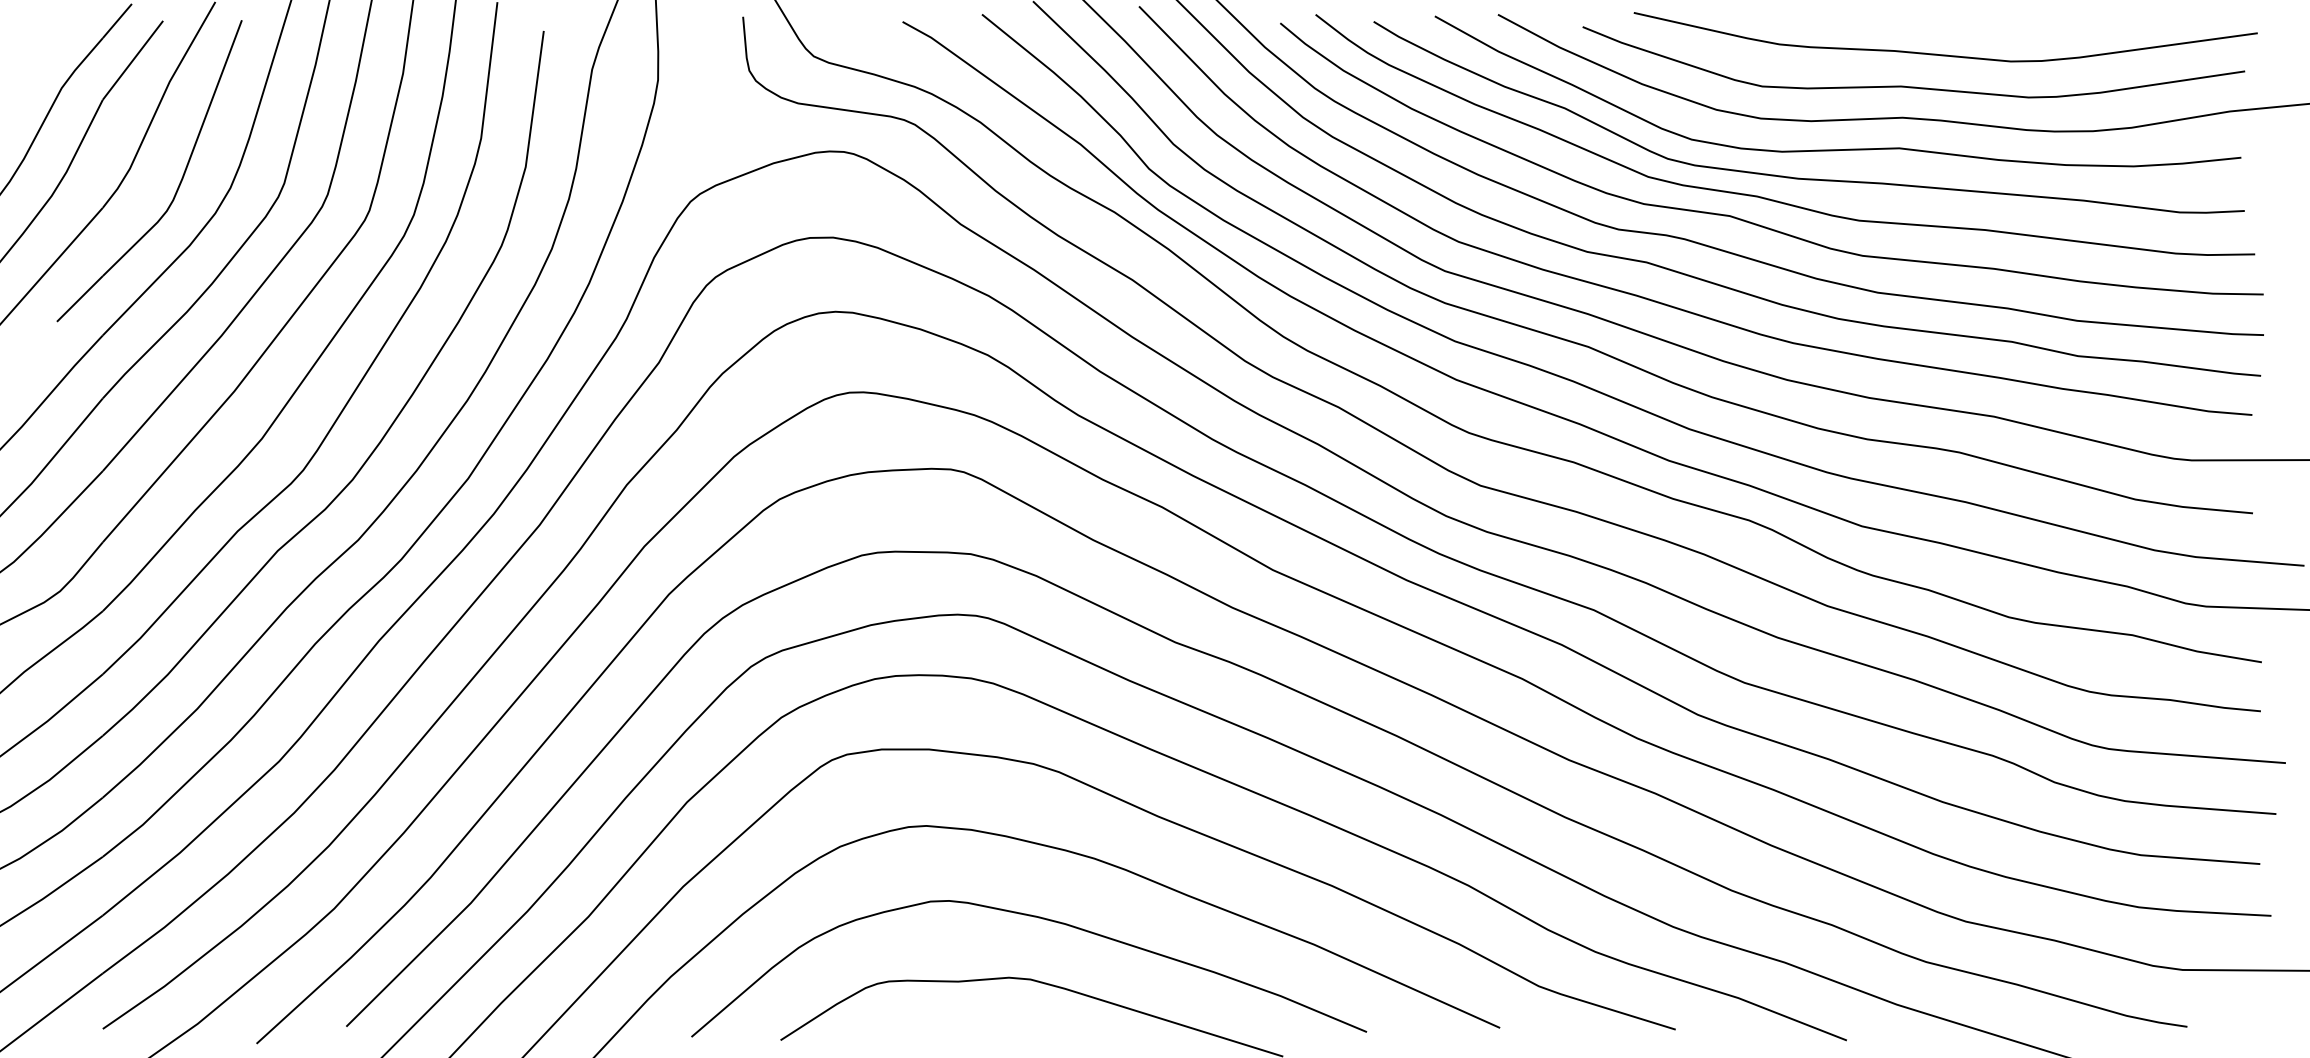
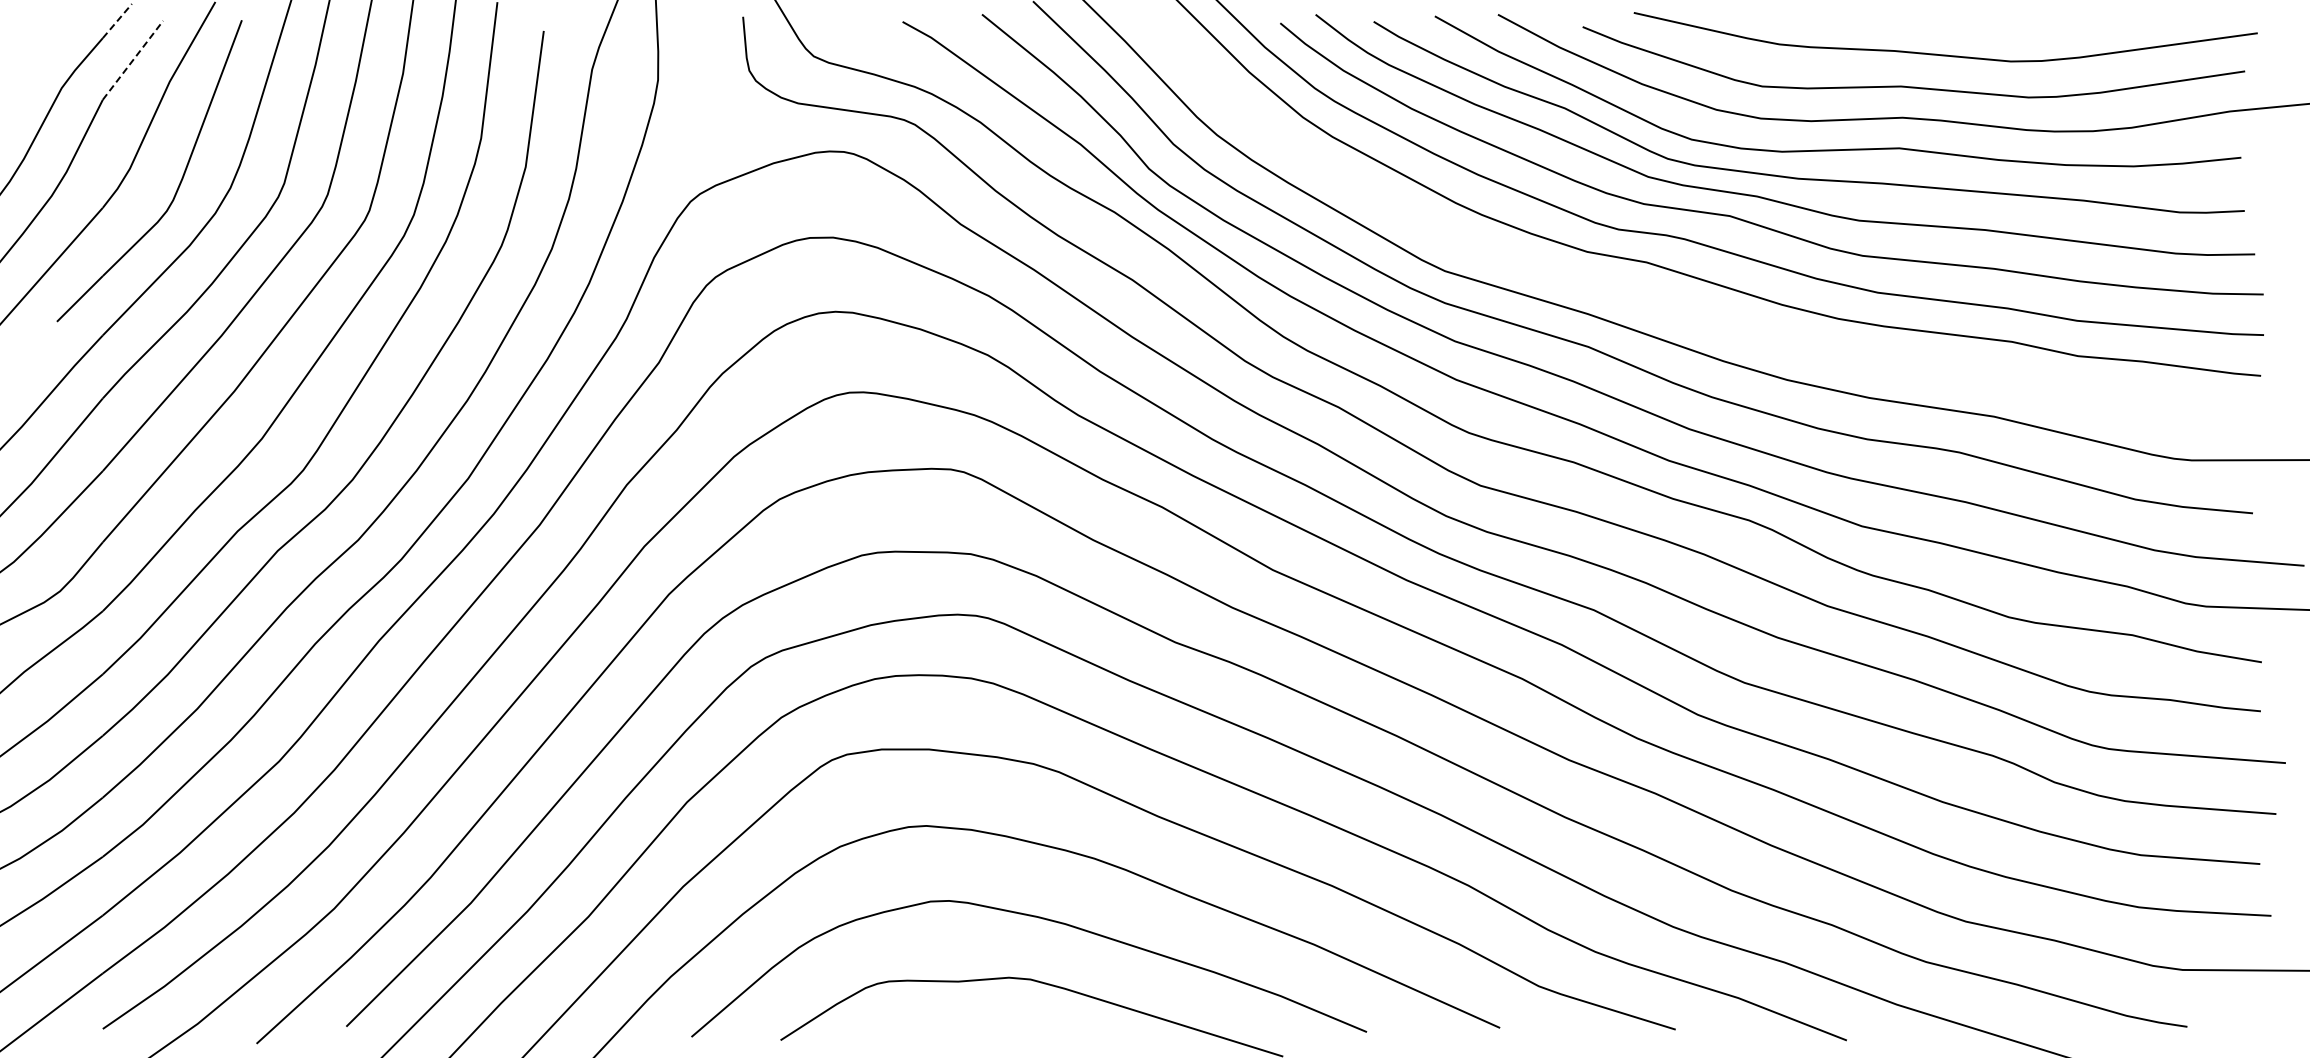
line at (117, 20): solid -> dashed
line at (133, 60): solid -> dashed
curve at (1665, 303): present -> none
